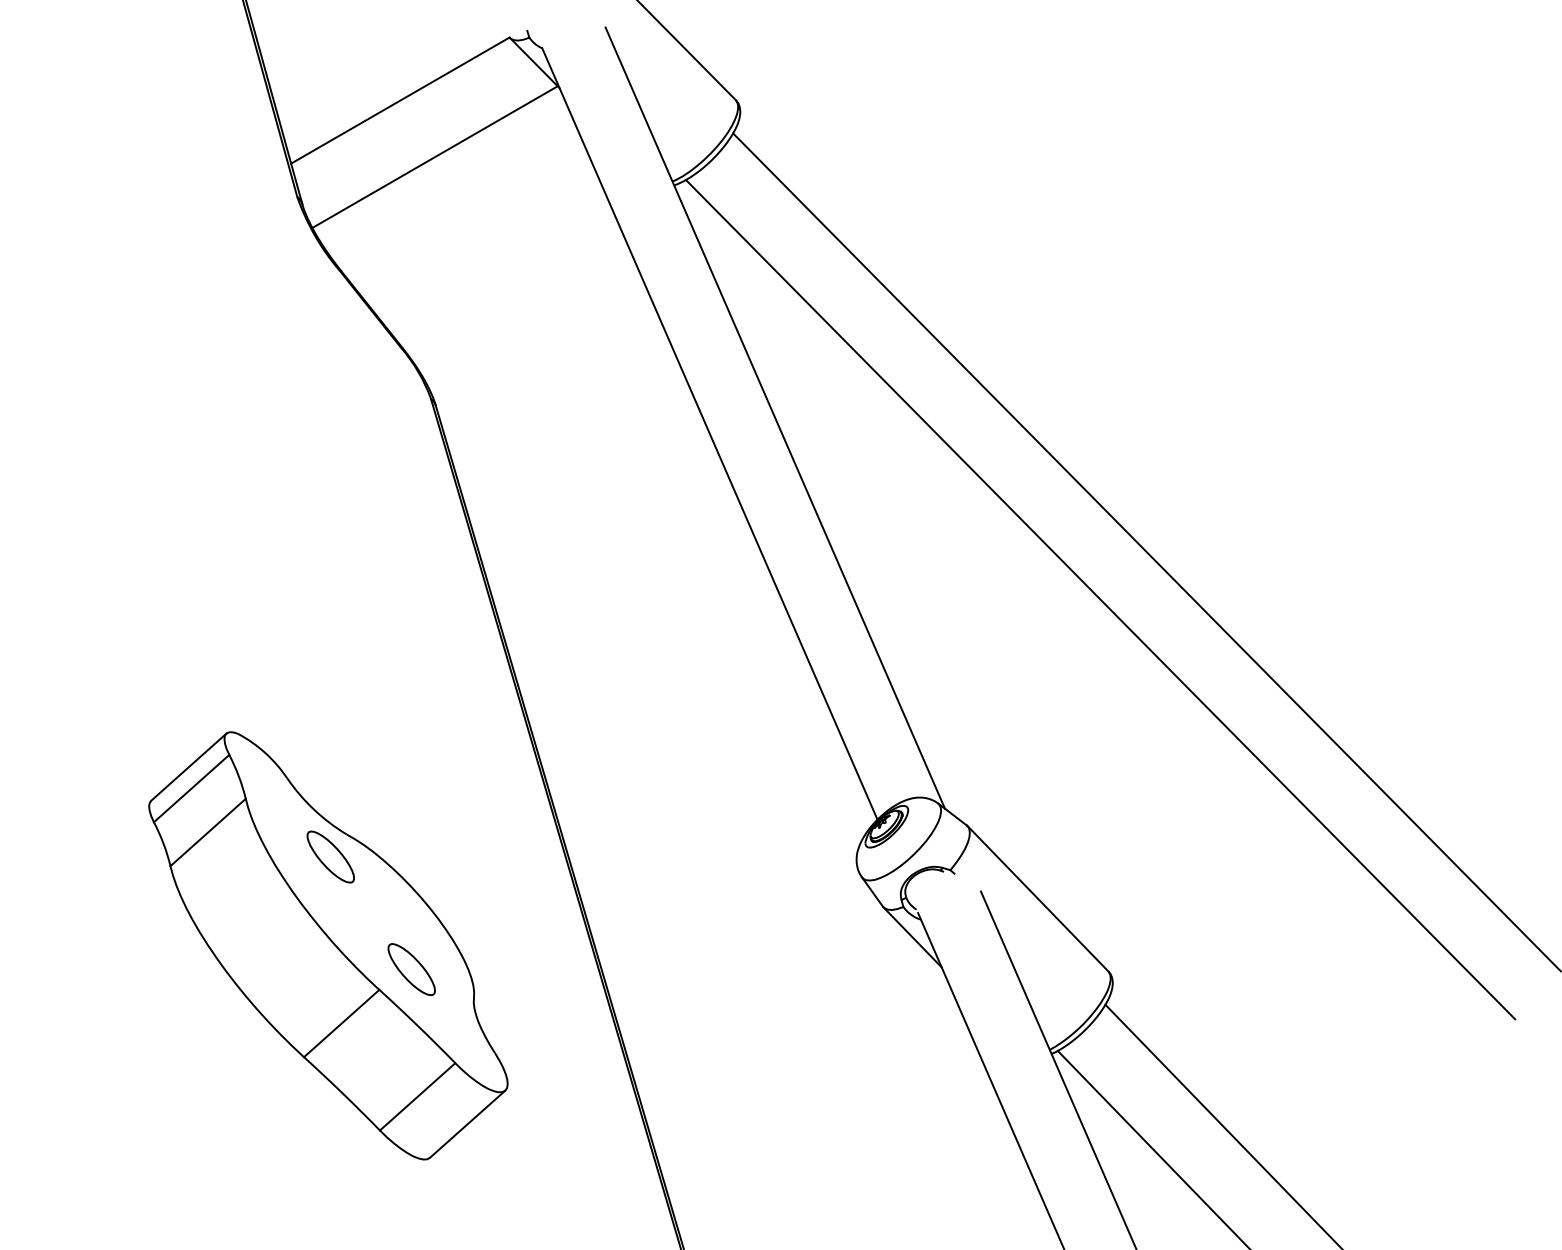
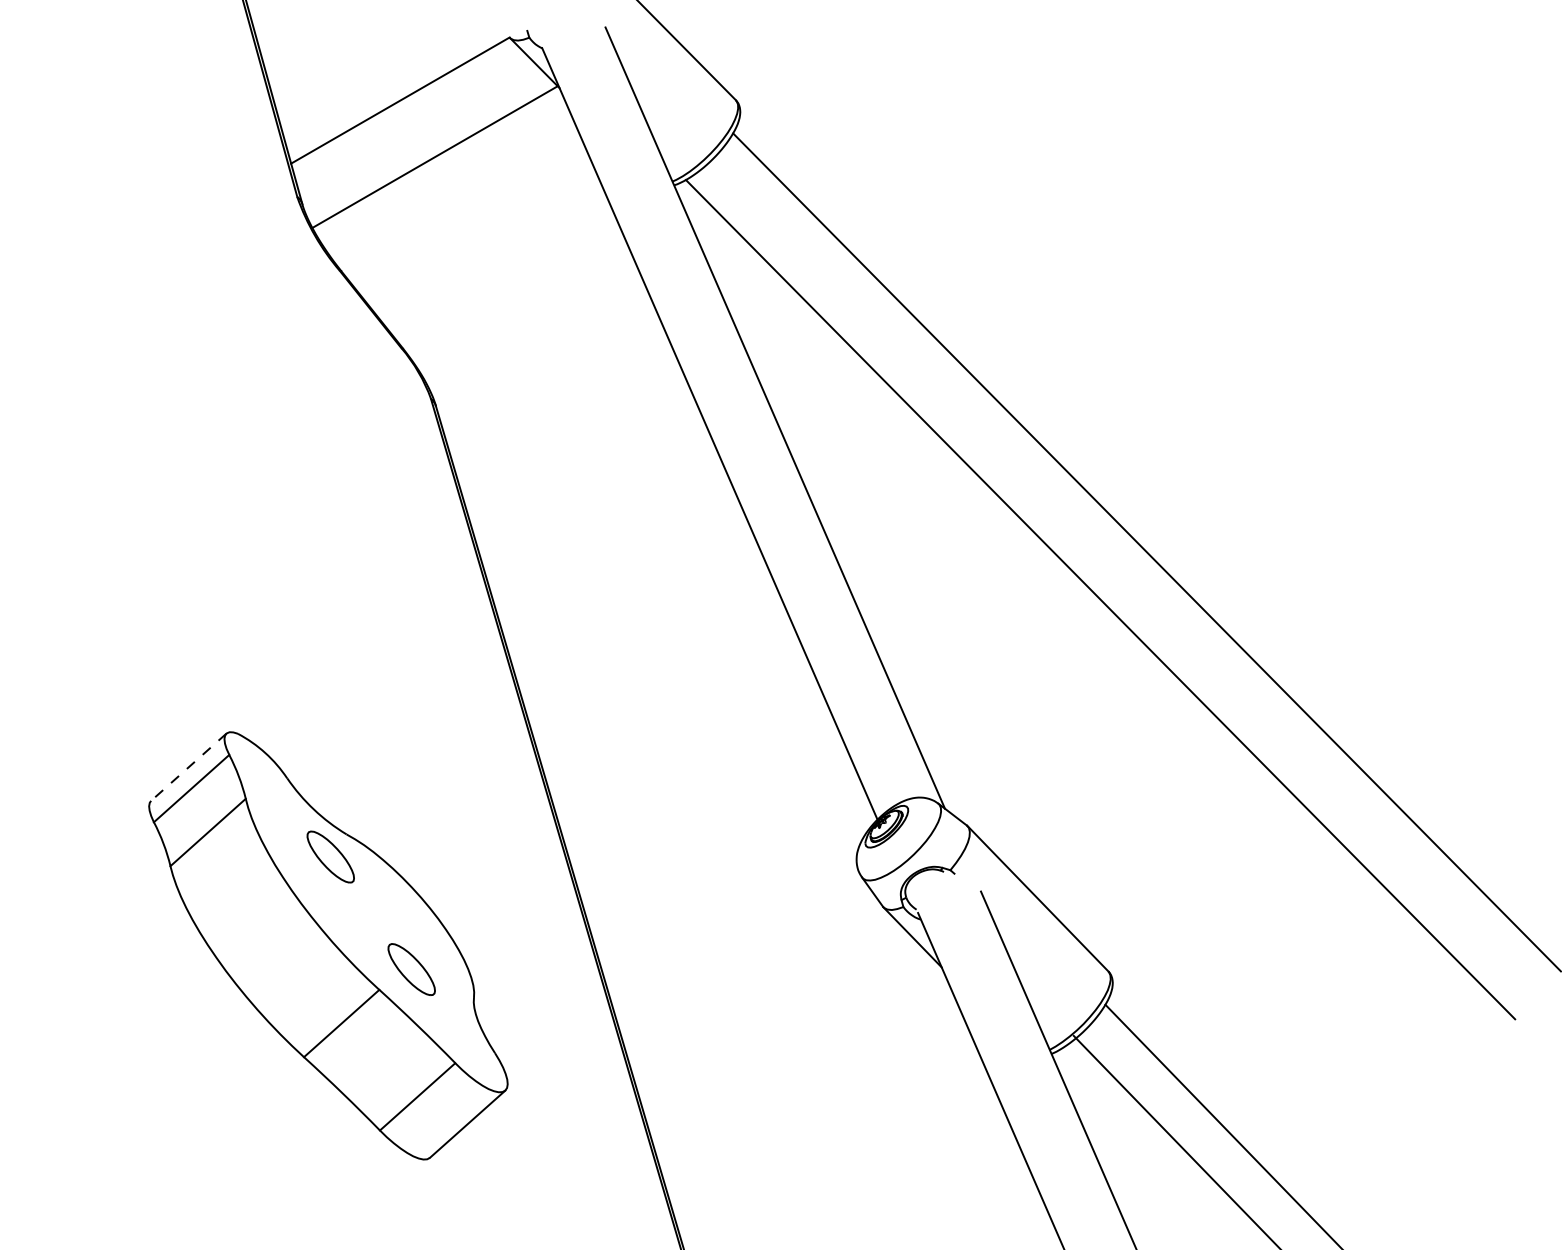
line at (188, 767): solid -> dashed
line at (1152, 1148) position: (1152, 1148) -> (1175, 1140)
